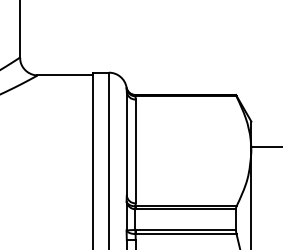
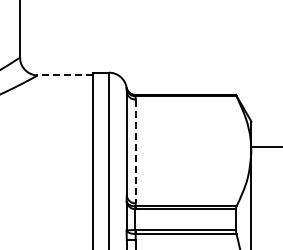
line at (65, 75): solid -> dashed
line at (135, 151): solid -> dashed
